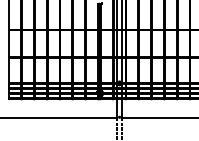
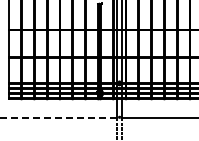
line at (57, 117): solid -> dashed
